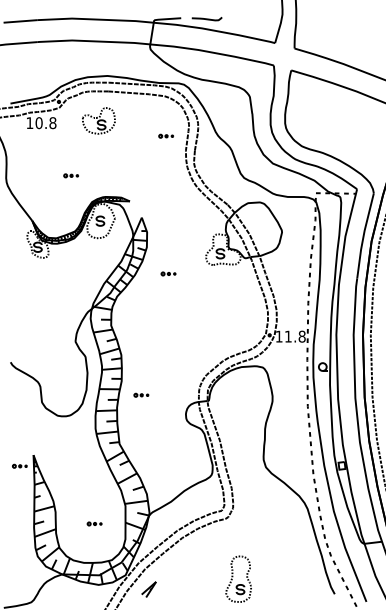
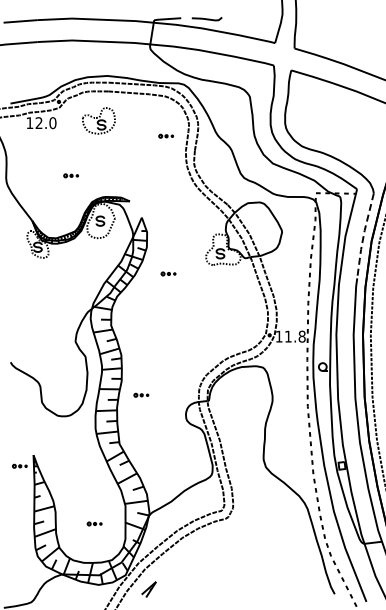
text at (45, 123): 10.8 -> 12.0
line at (363, 236): solid -> dashed
part at (238, 578): present -> none
